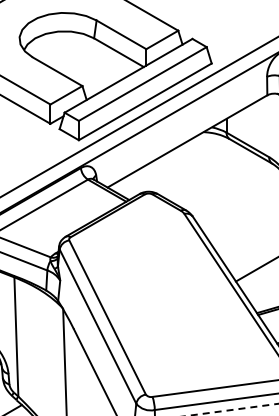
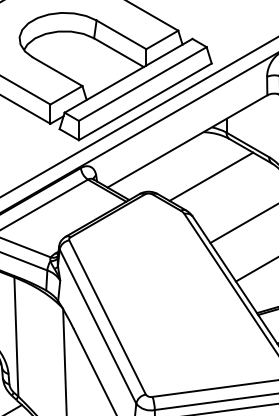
line at (211, 176): none -> present
line at (242, 224): none -> present
line at (233, 409): dashed -> solid
